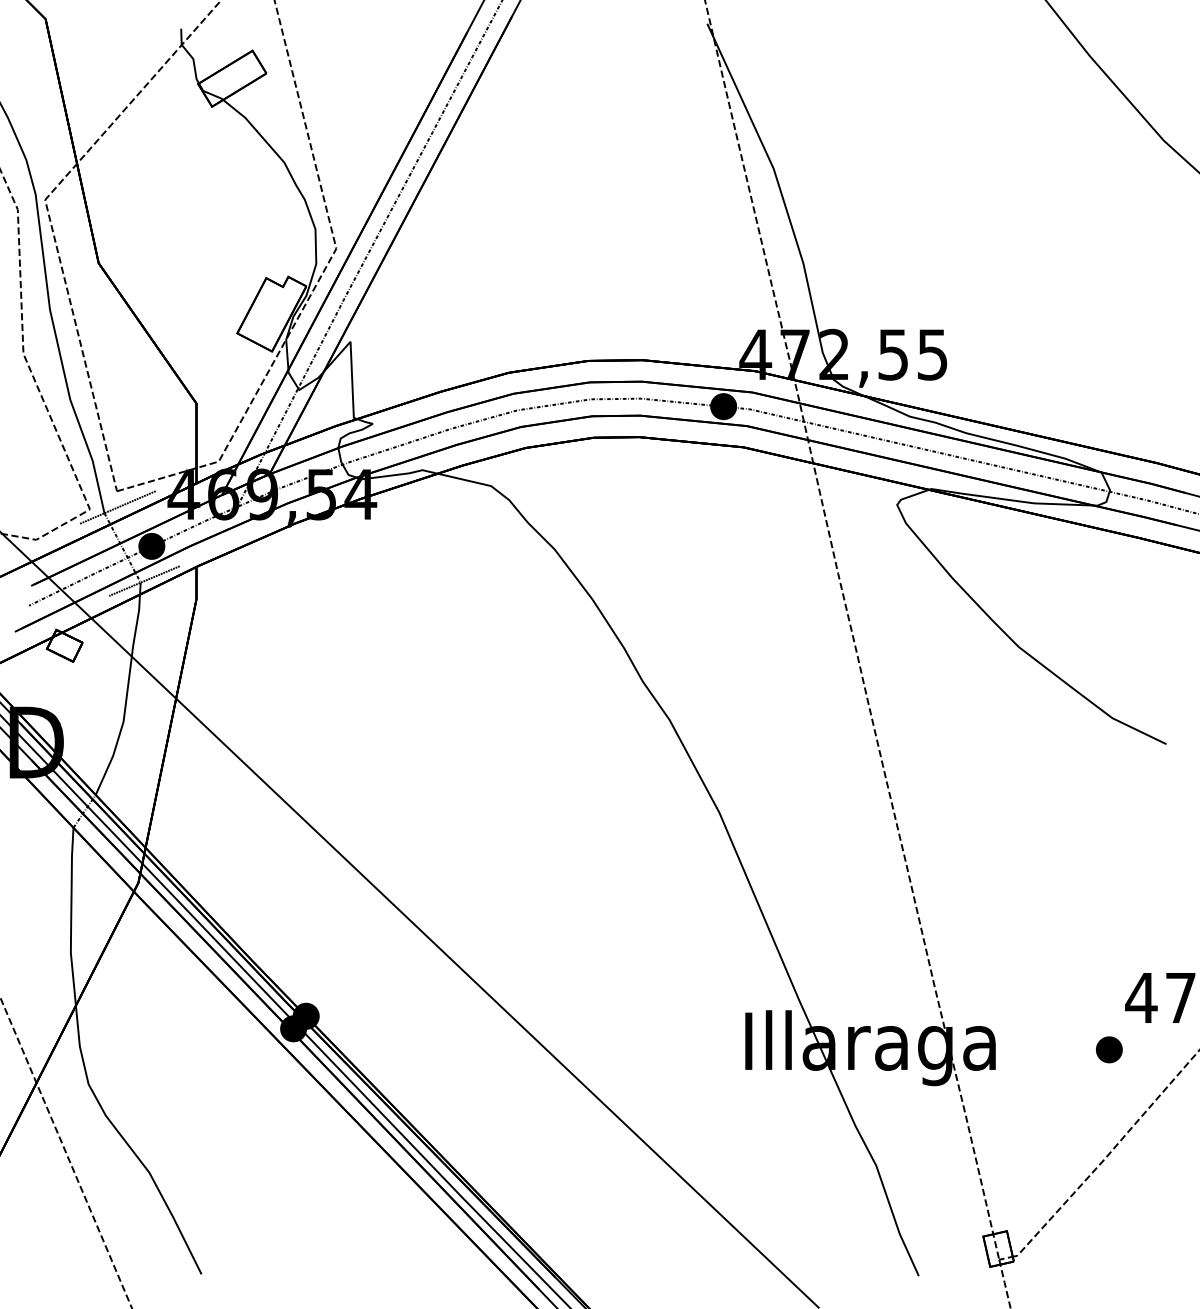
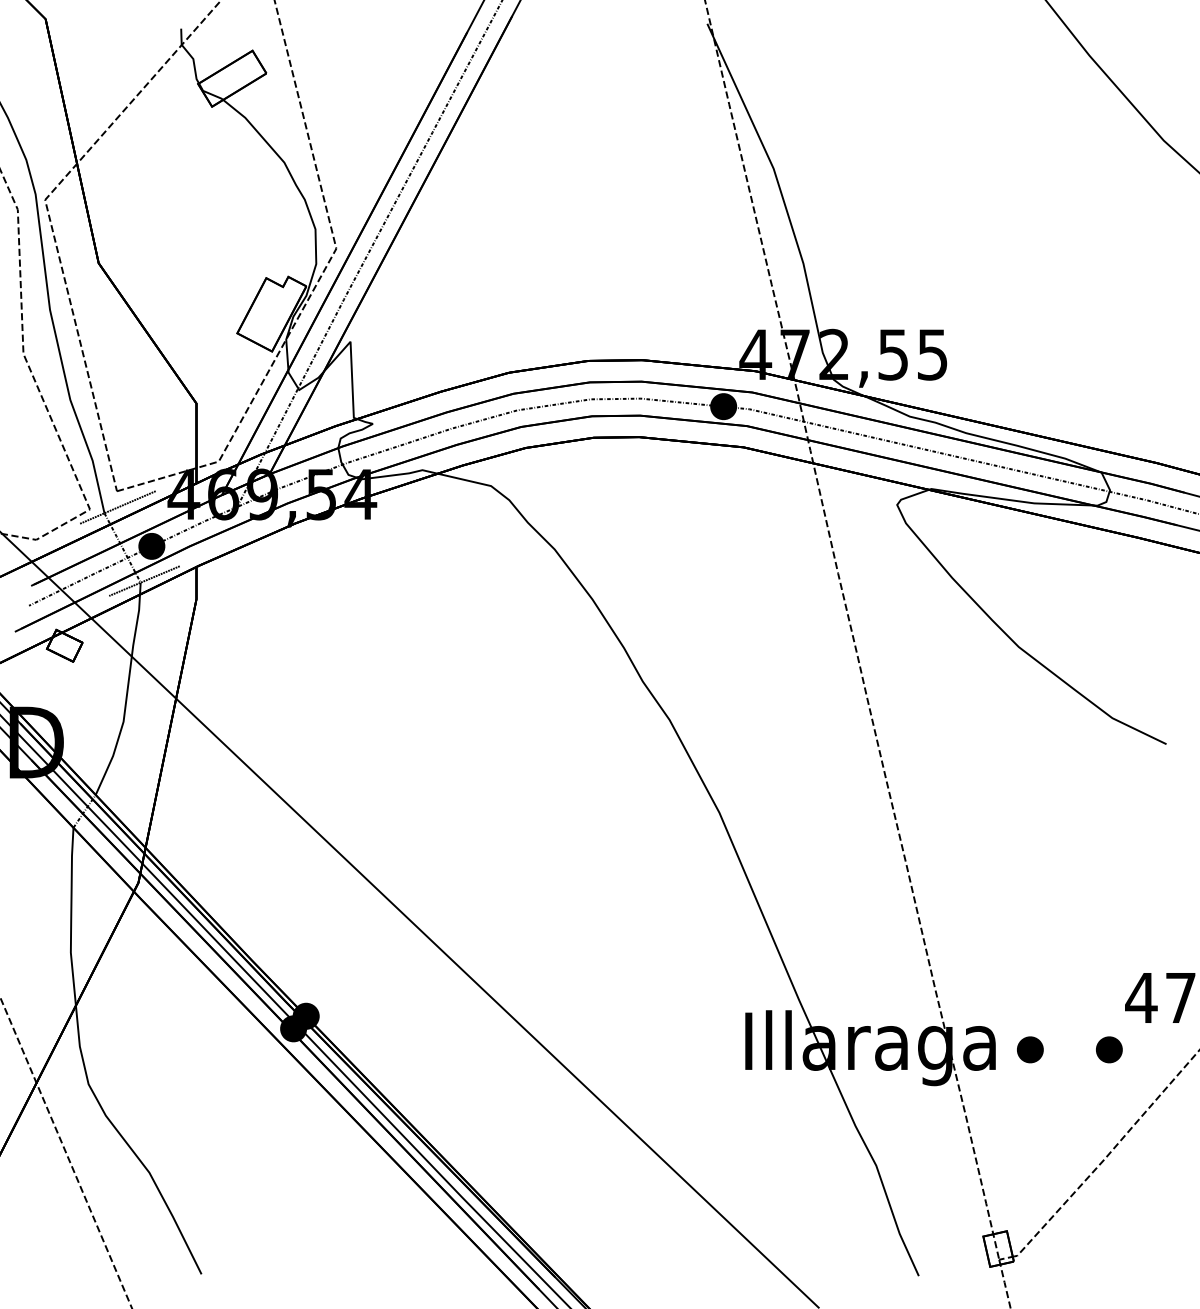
part at (1030, 1049): none -> present
